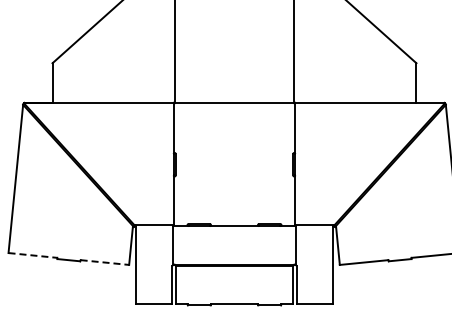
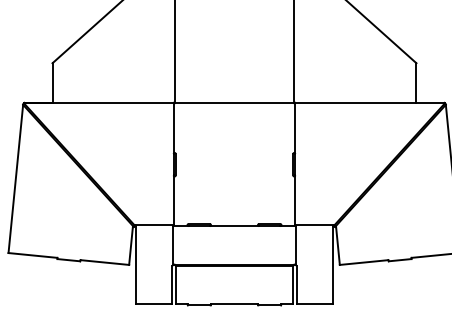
line at (32, 255): dashed -> solid
line at (105, 262): dashed -> solid
